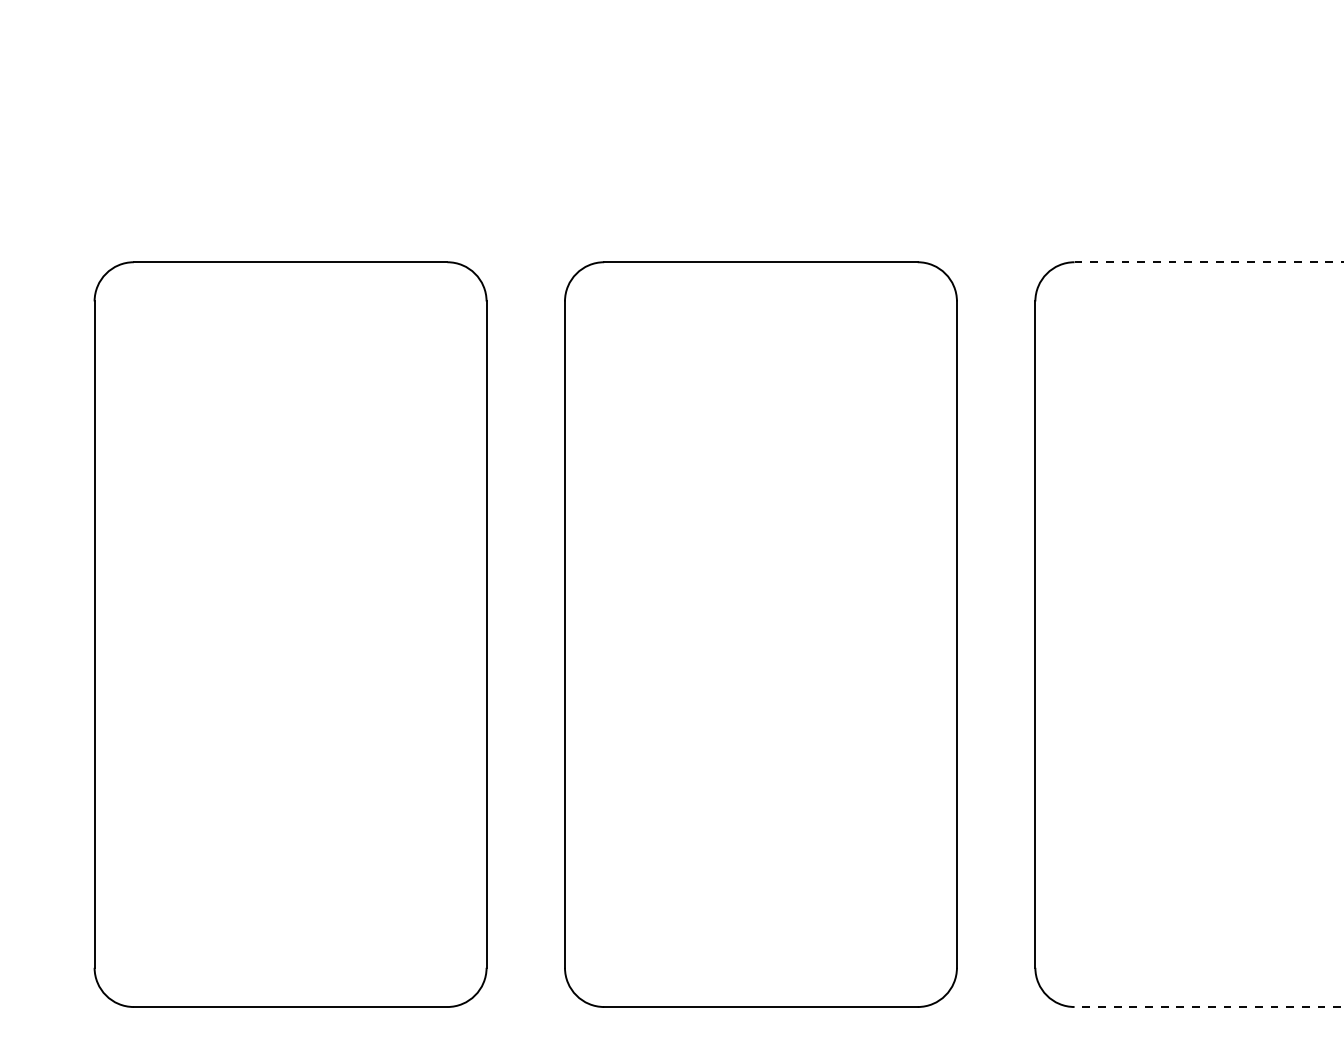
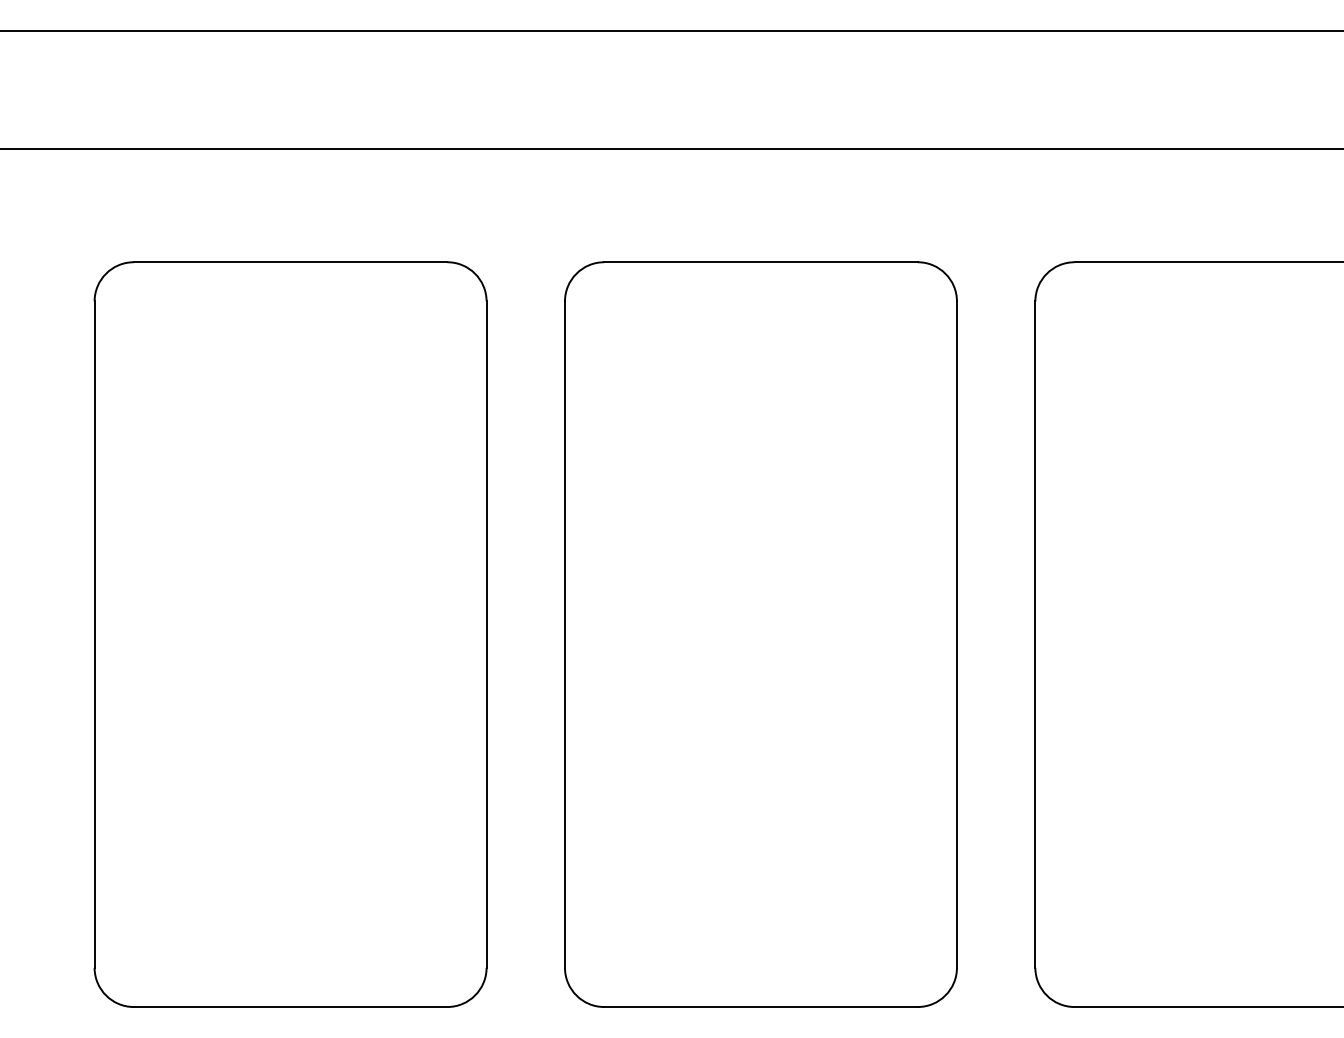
line at (671, 30): none -> present
line at (671, 148): none -> present
line at (1209, 262): dashed -> solid
line at (1208, 1007): dashed -> solid
